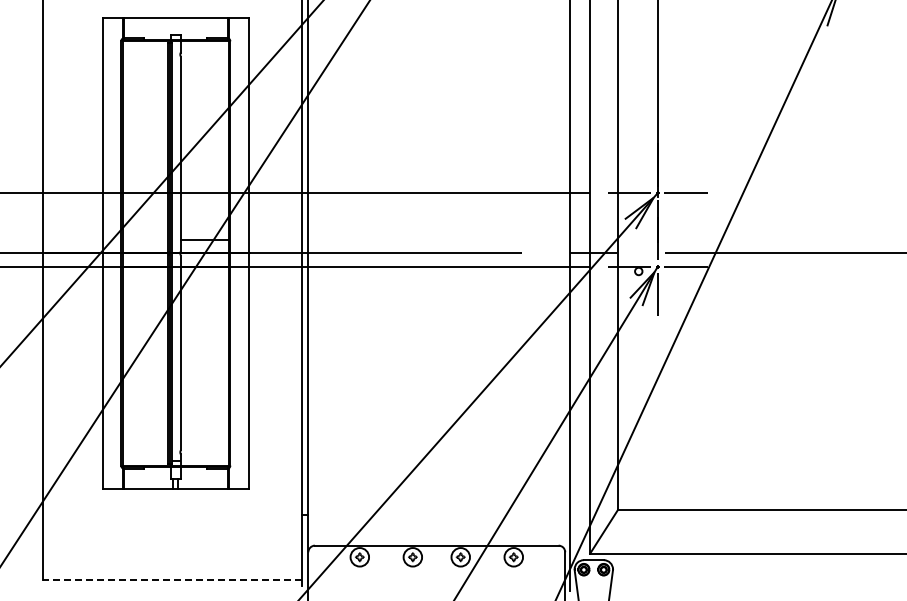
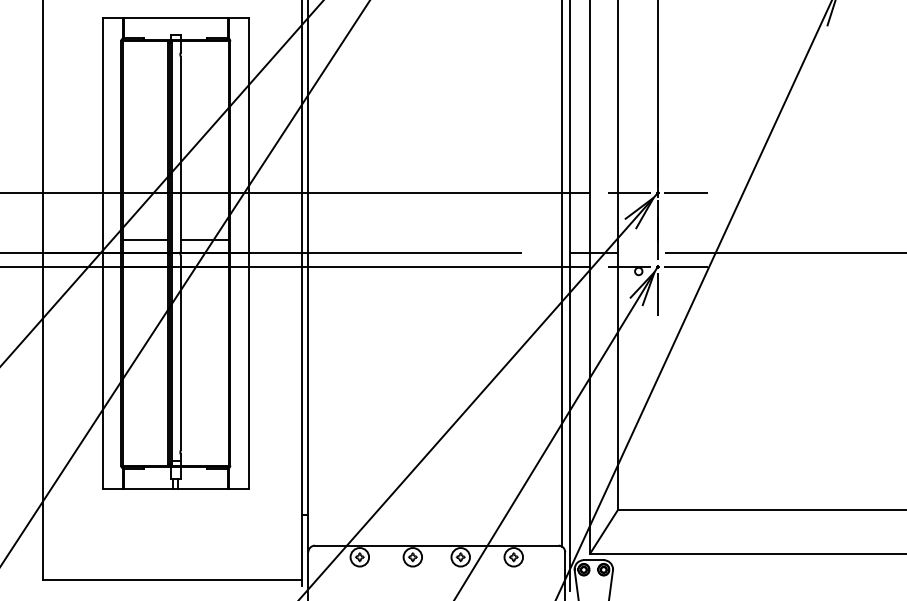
line at (145, 240): none -> present
line at (562, 274): none -> present
line at (171, 579): dashed -> solid
